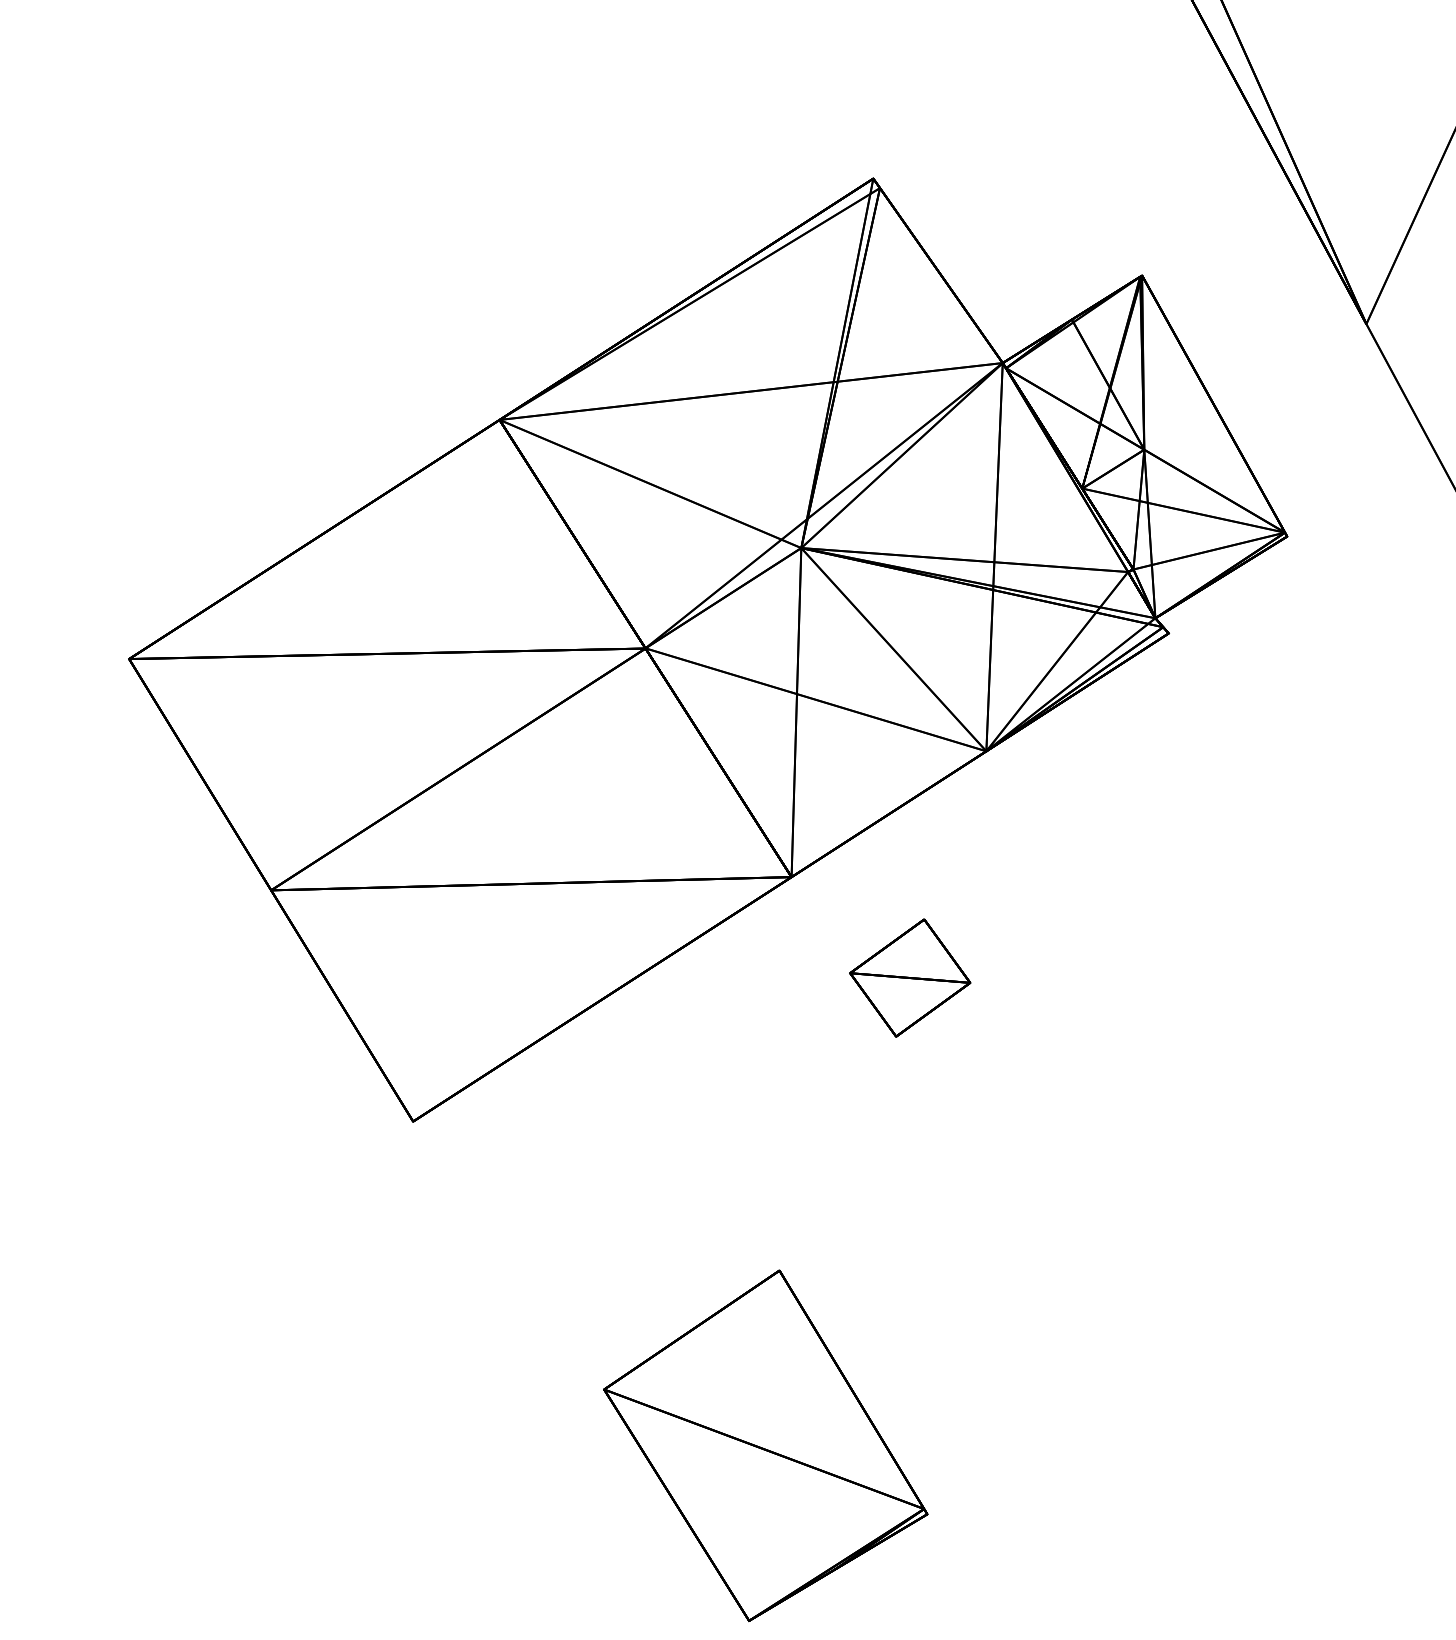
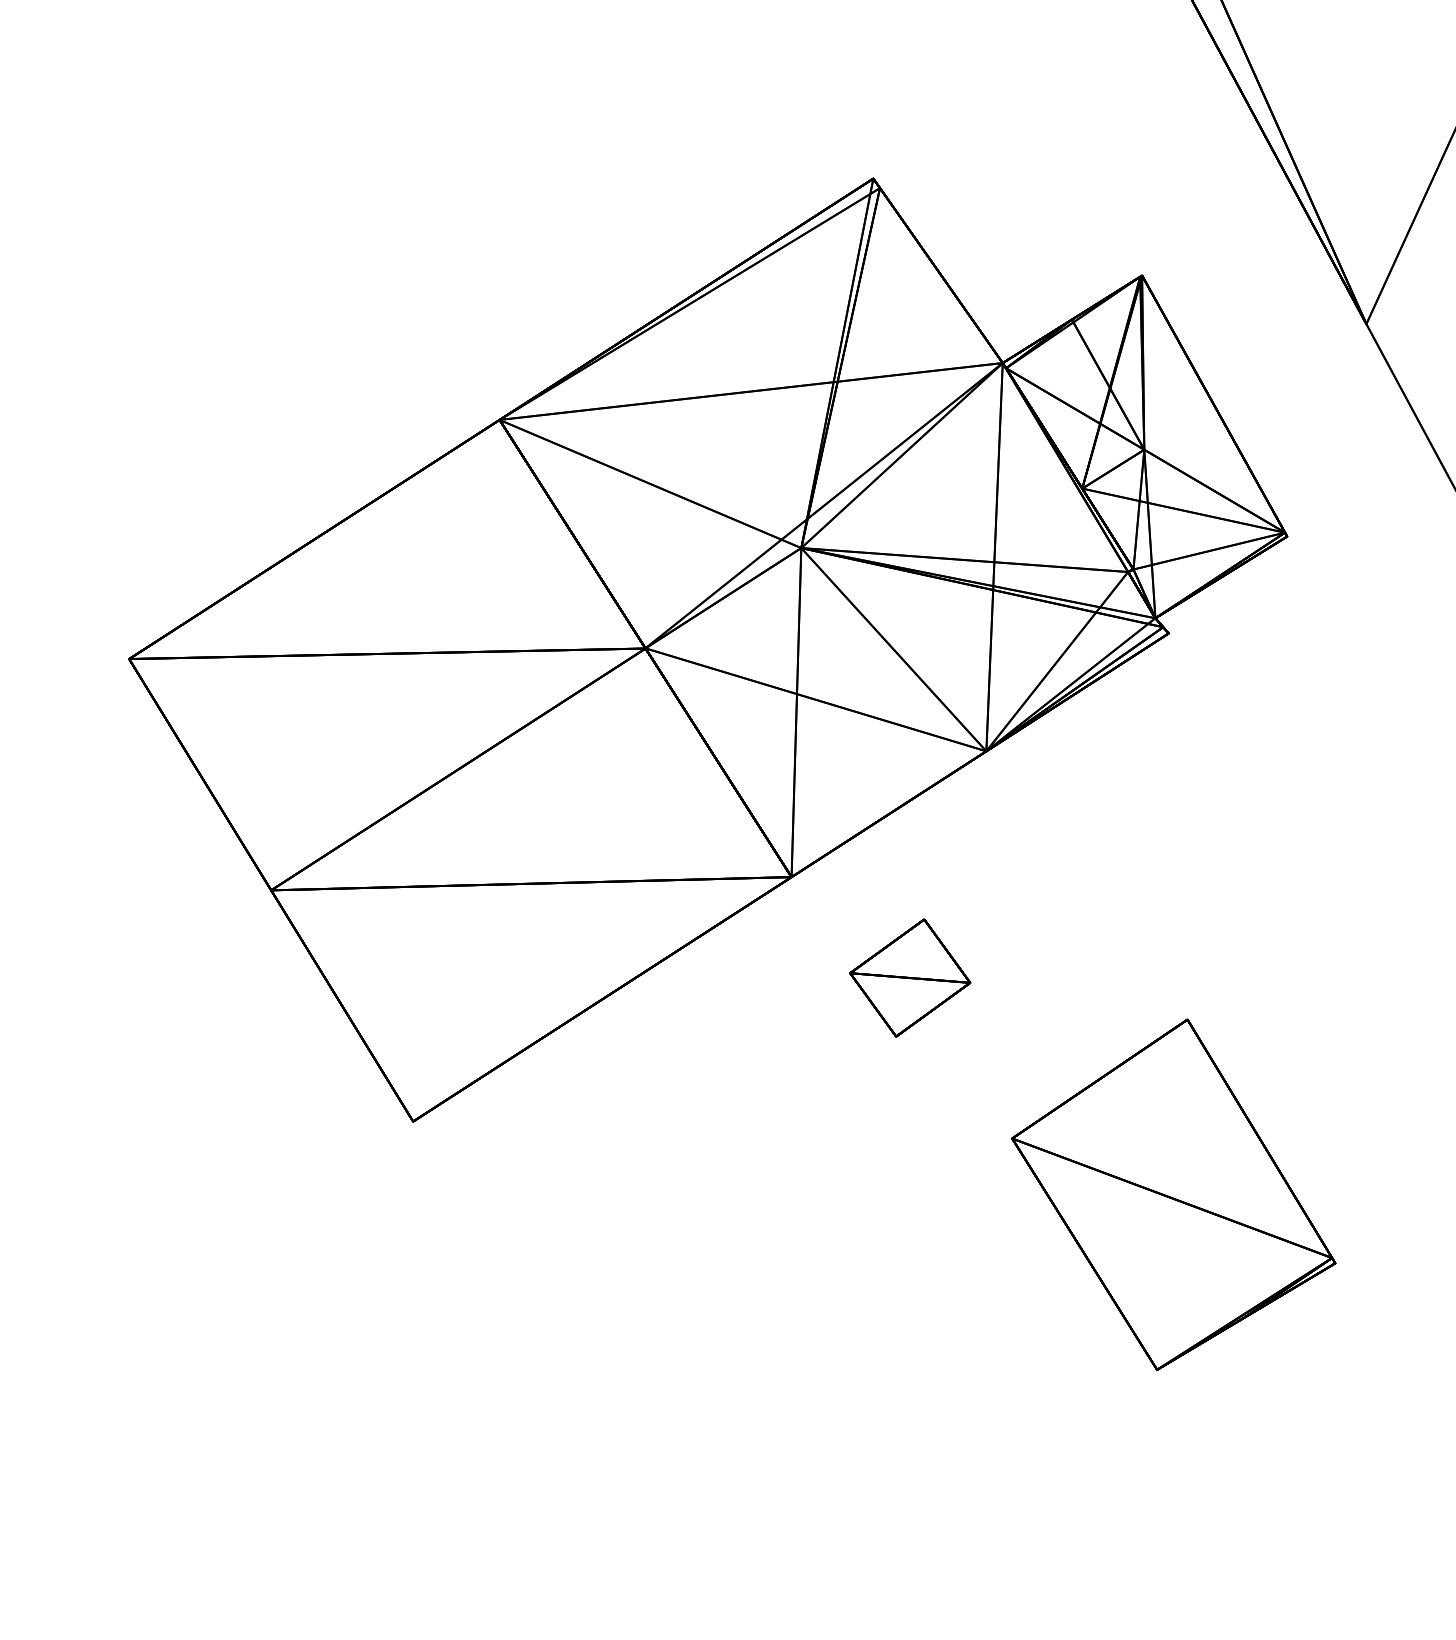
part at (765, 1445) position: (765, 1445) -> (1173, 1194)
